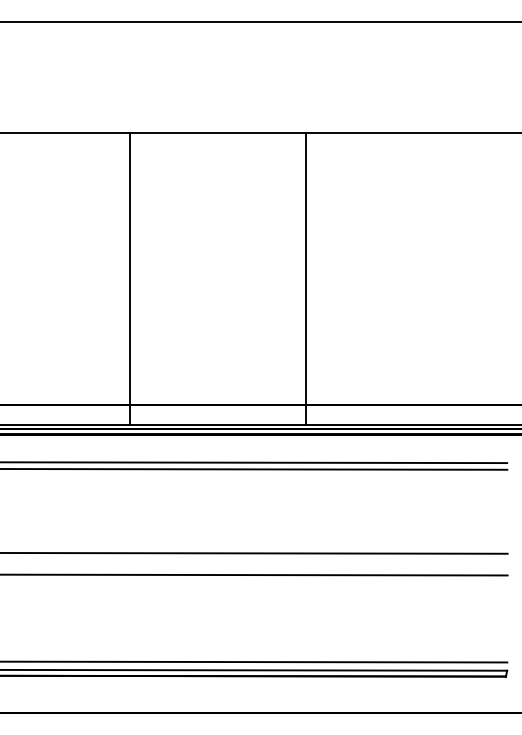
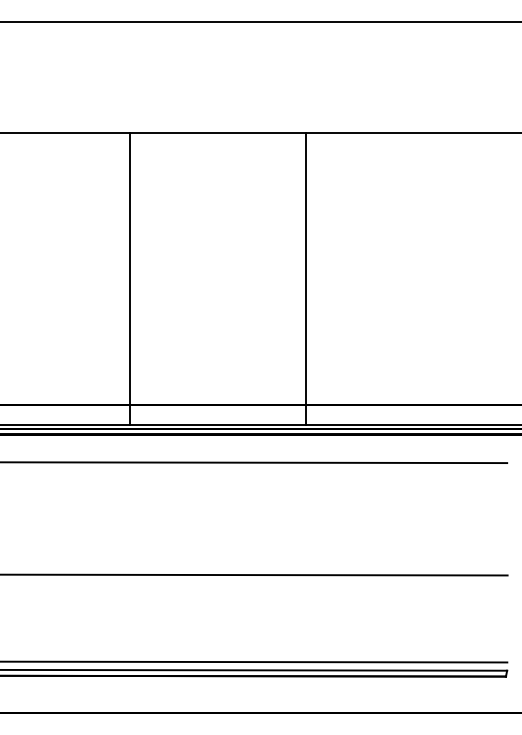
line at (254, 469): present -> none
line at (254, 553): present -> none
